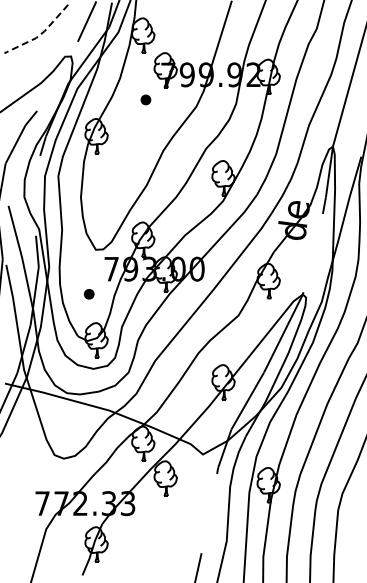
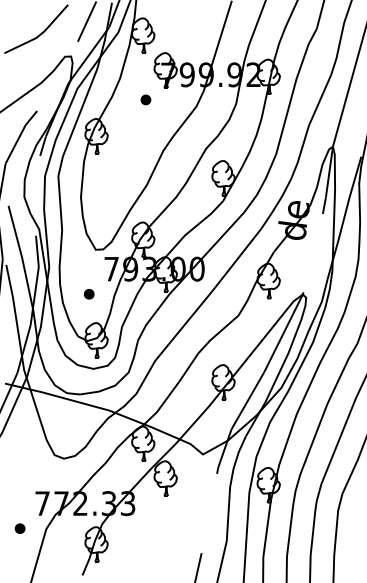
line at (40, 34): dashed -> solid
part at (19, 528): none -> present
